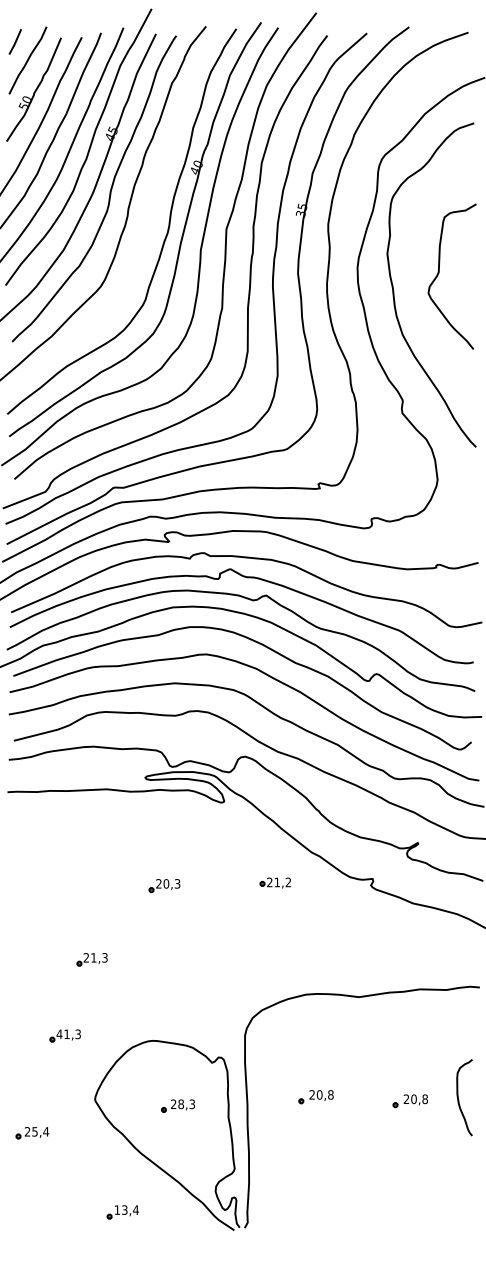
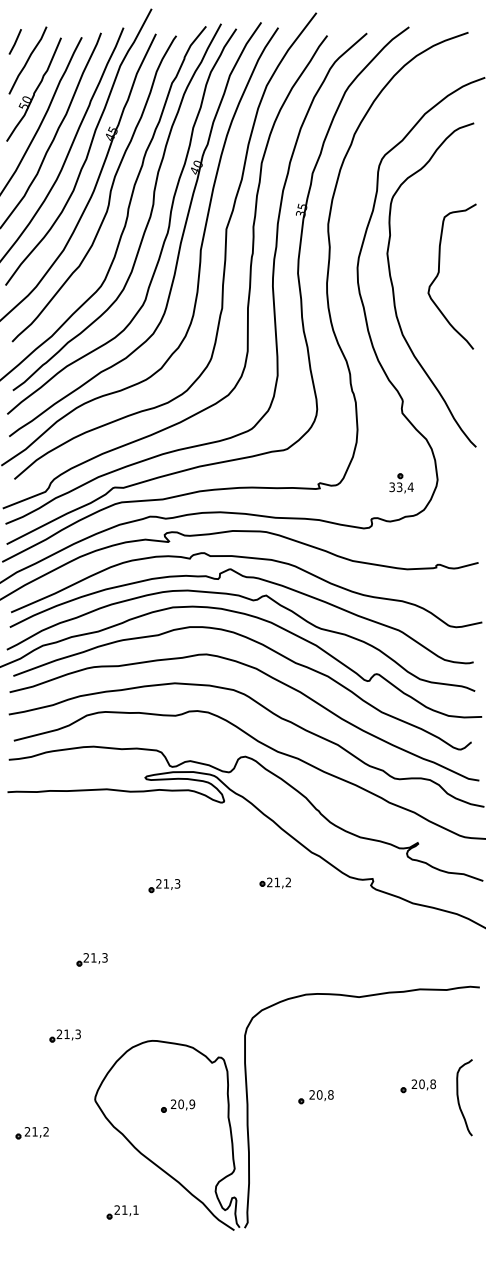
curve at (148, 218): none -> present
part at (401, 483): none -> present
text at (166, 883): 20,3 -> 21,3
text at (59, 1033): 41,3 -> 21,3
part at (409, 1101) position: (409, 1101) -> (417, 1086)
text at (186, 1103): 28,3 -> 20,9
text at (40, 1131): 25,4 -> 21,2
text at (126, 1209): 13,4 -> 21,1
